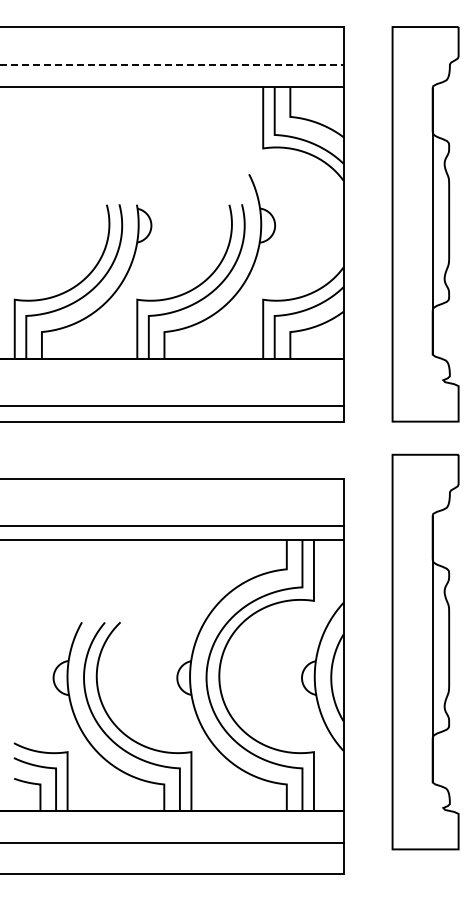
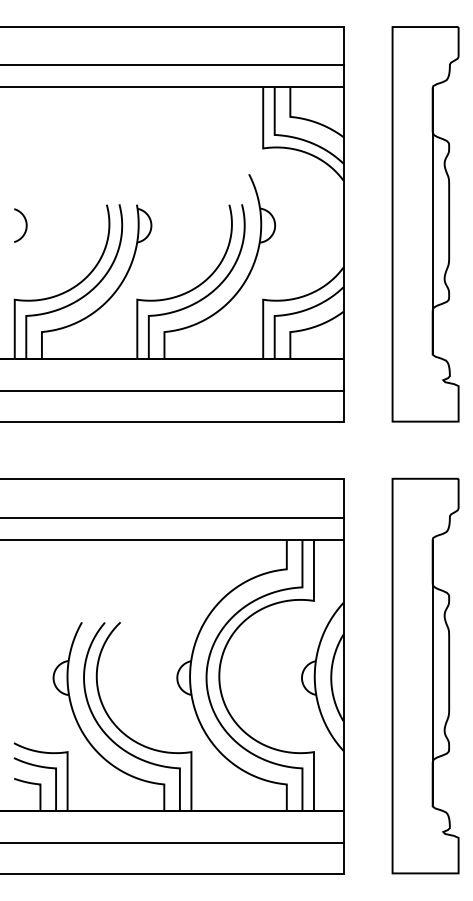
line at (172, 65): dashed -> solid
curve at (25, 225): none -> present
line at (172, 405) position: (172, 405) -> (172, 390)
line at (172, 525) position: (172, 525) -> (172, 517)
part at (425, 651) position: (425, 651) -> (425, 675)
